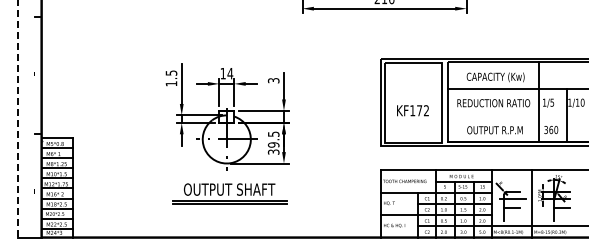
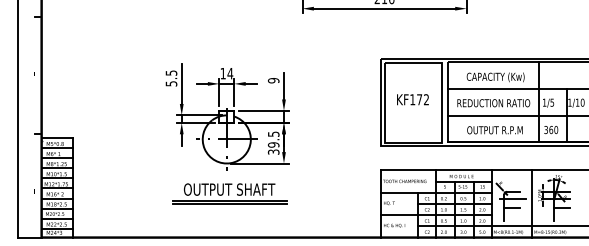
text at (273, 80): 3 -> 9
text at (171, 83): 1.5 -> 5.5
text at (412, 110) position: (412, 110) -> (412, 99)
line at (516, 115): none -> present
line at (17, 119): dashed -> solid
